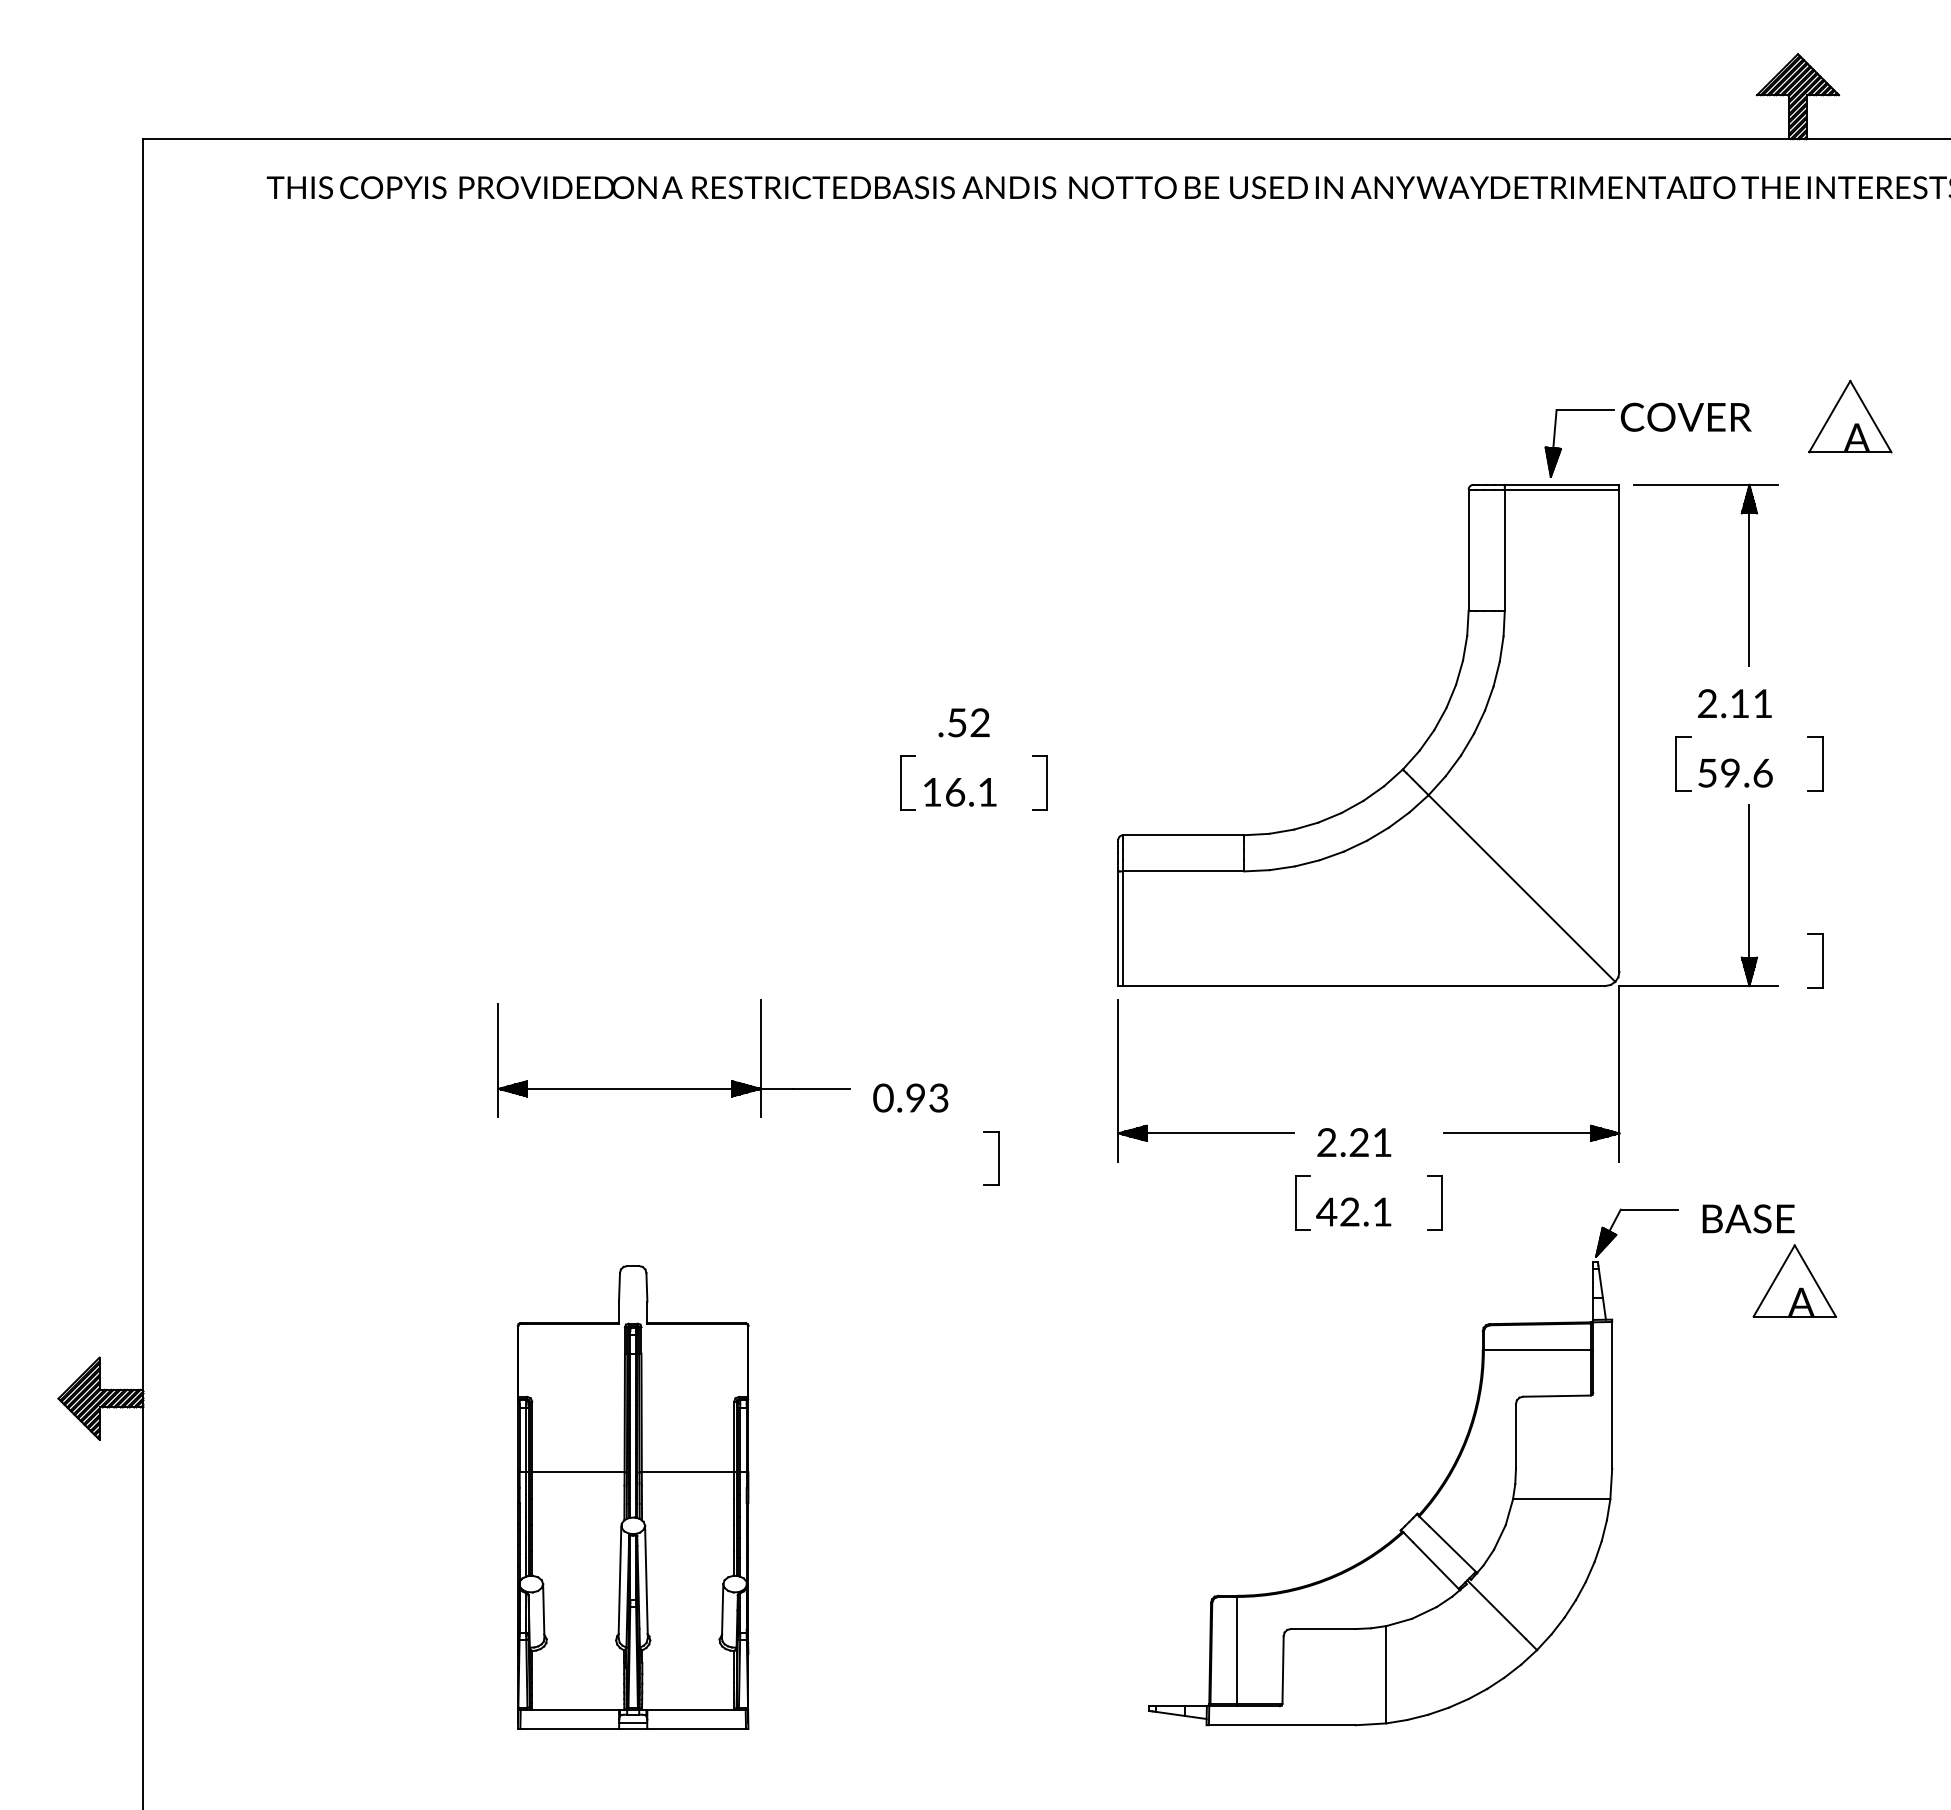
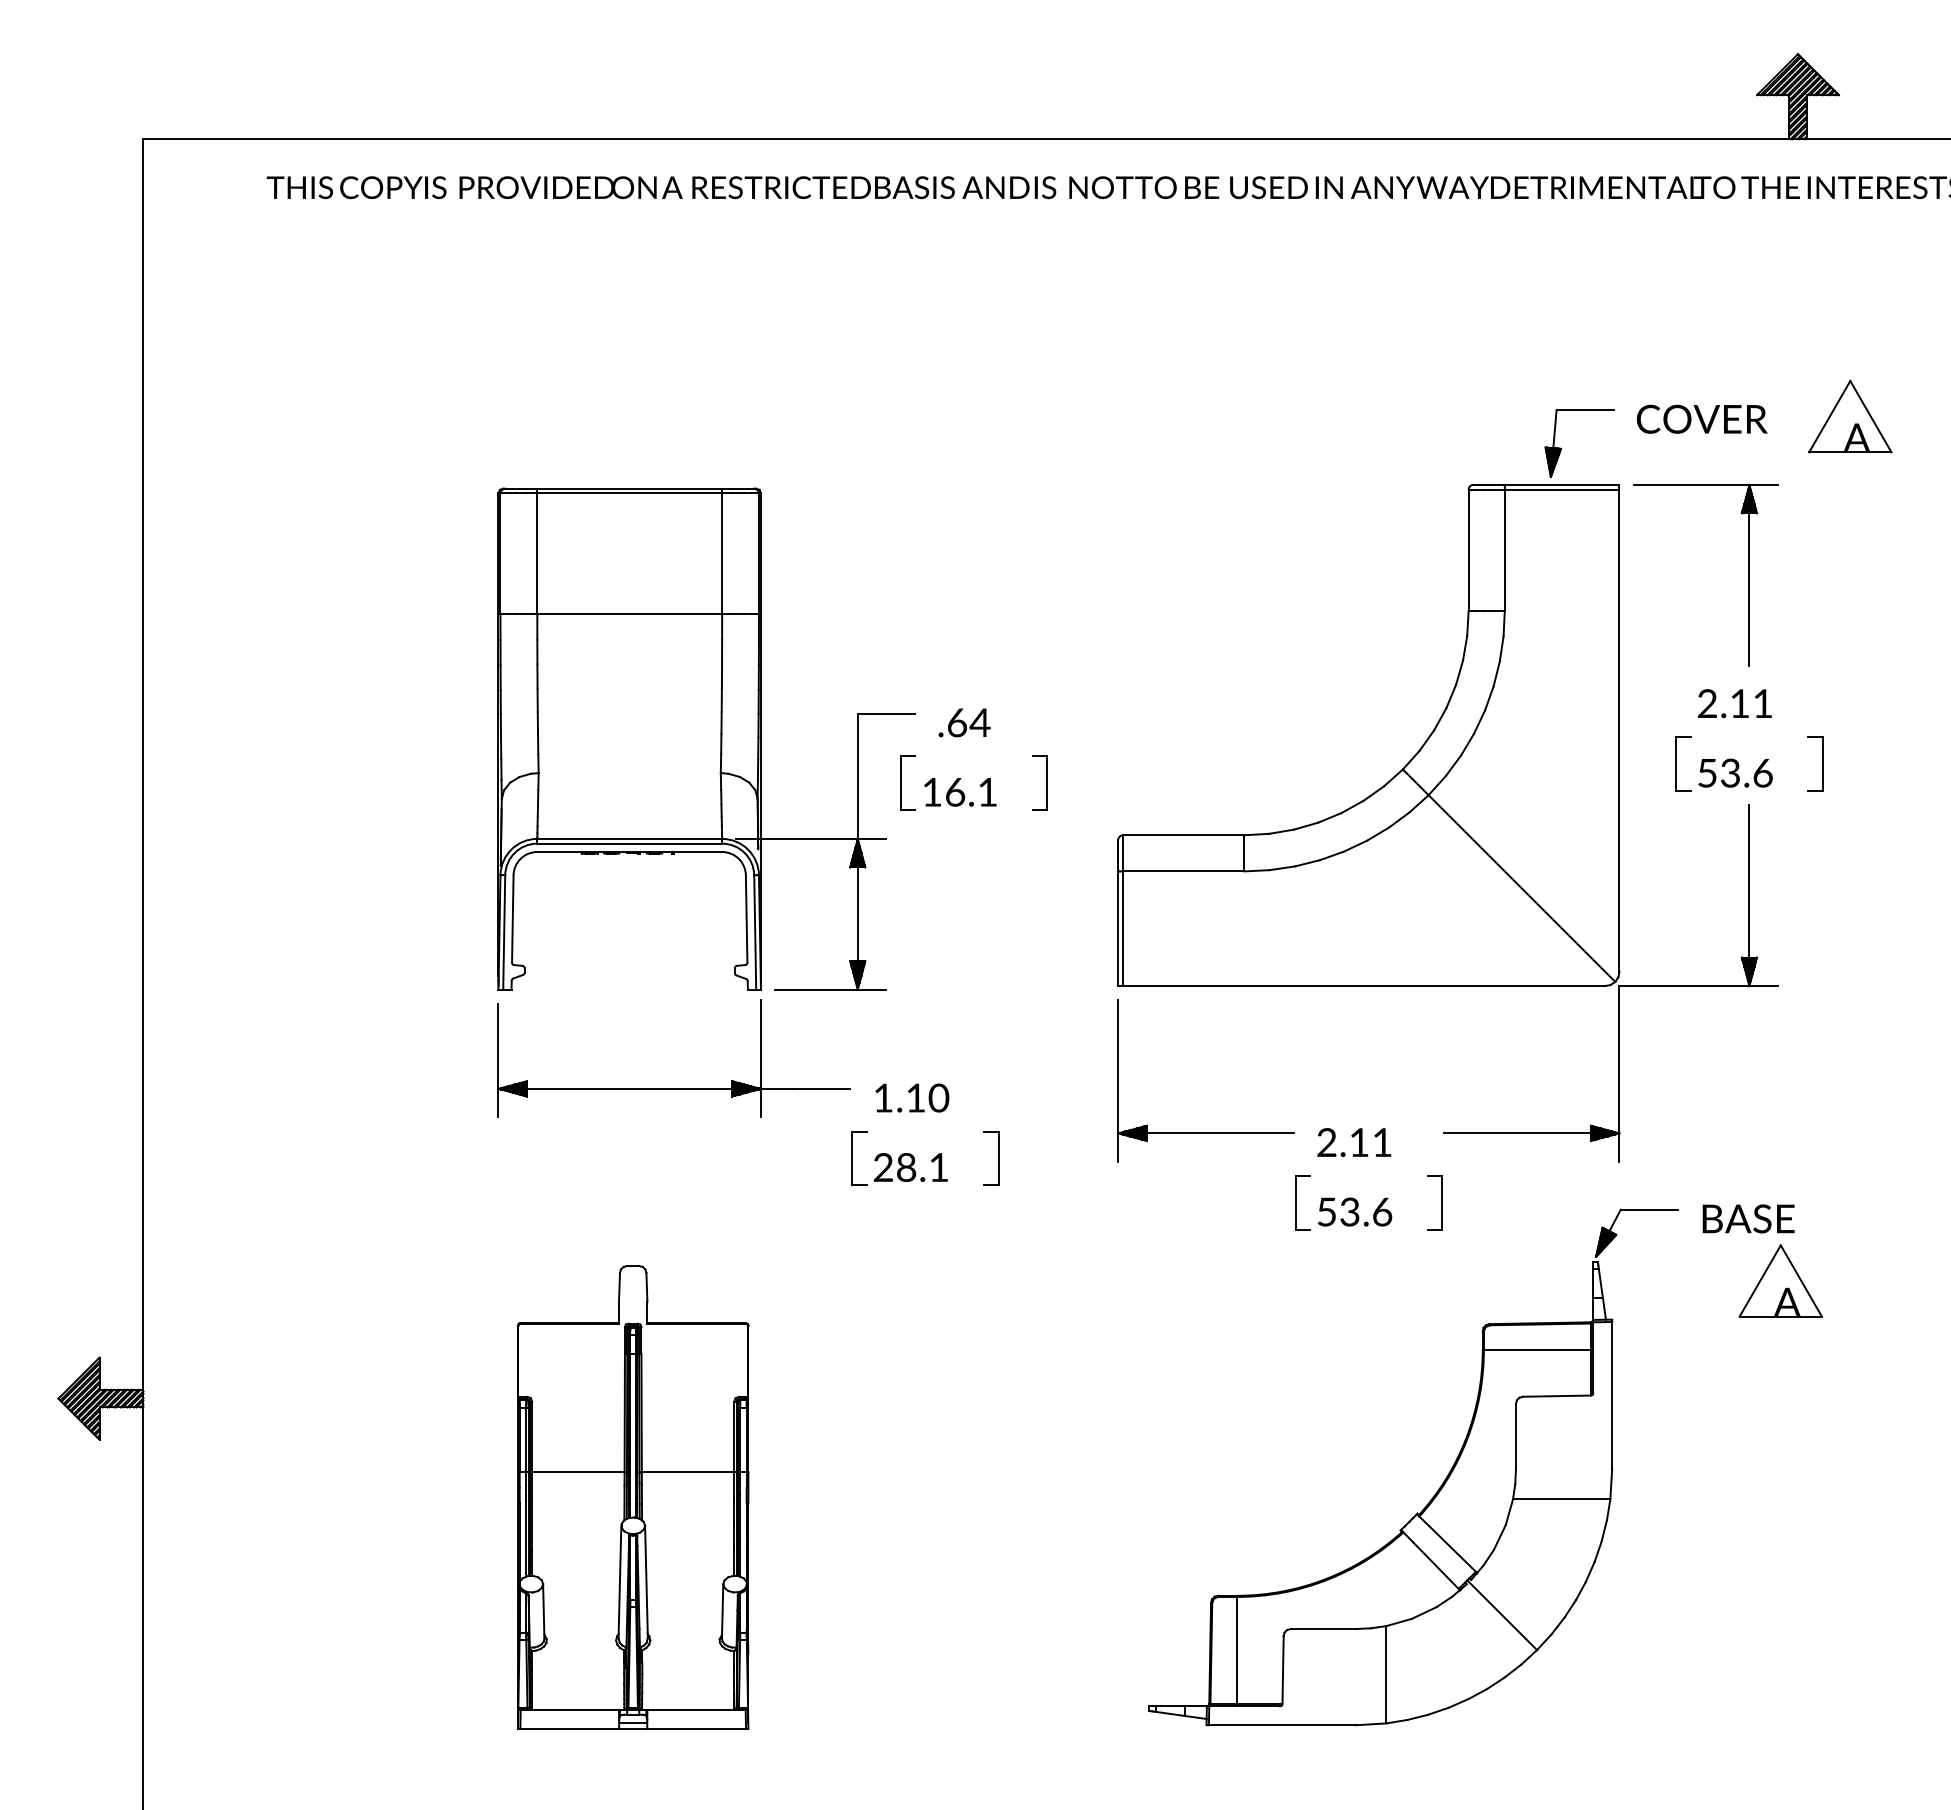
text at (1686, 416) position: (1686, 416) -> (1702, 418)
text at (969, 722): .52 -> .64
part at (706, 738): none -> present
text at (1730, 773): 59.6 -> 53.6
part at (1822, 960): present -> none
text at (911, 1097): 0.93 -> 1.10
text at (1358, 1142): 2.21 -> 2.11
part at (899, 1158): none -> present
text at (1354, 1211): 42.1 -> 53.6
part at (1794, 1280) position: (1794, 1280) -> (1780, 1280)
